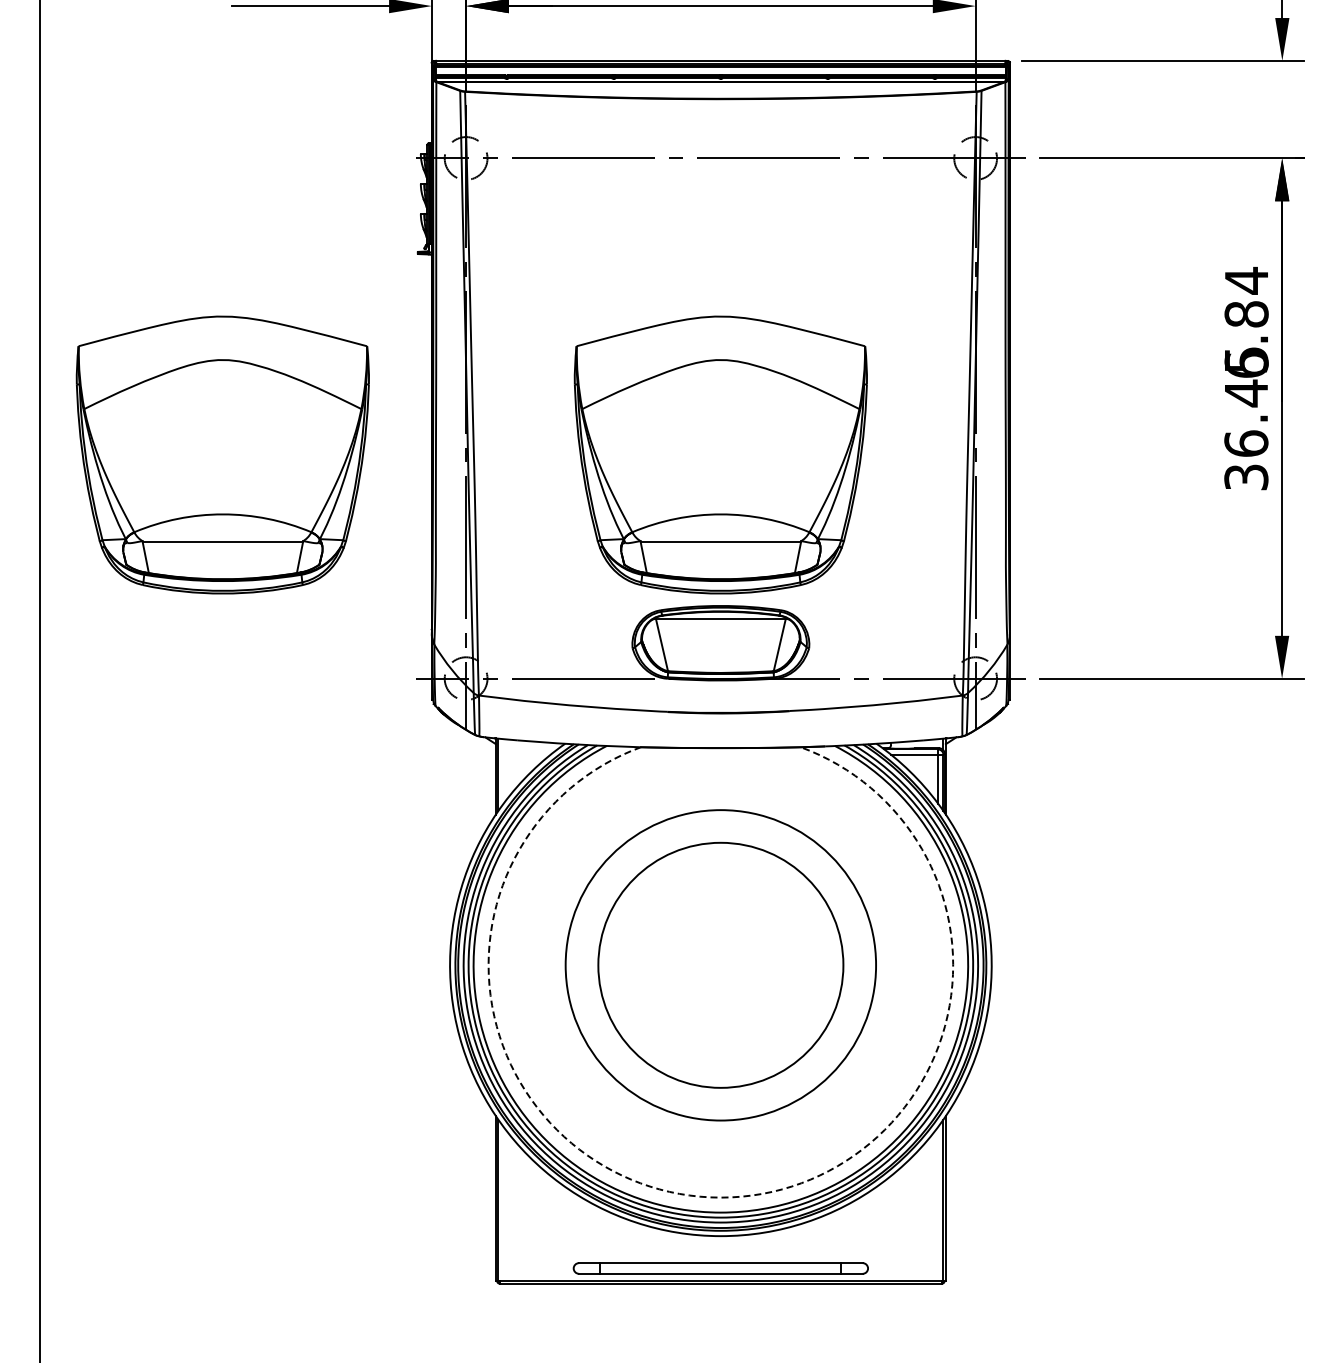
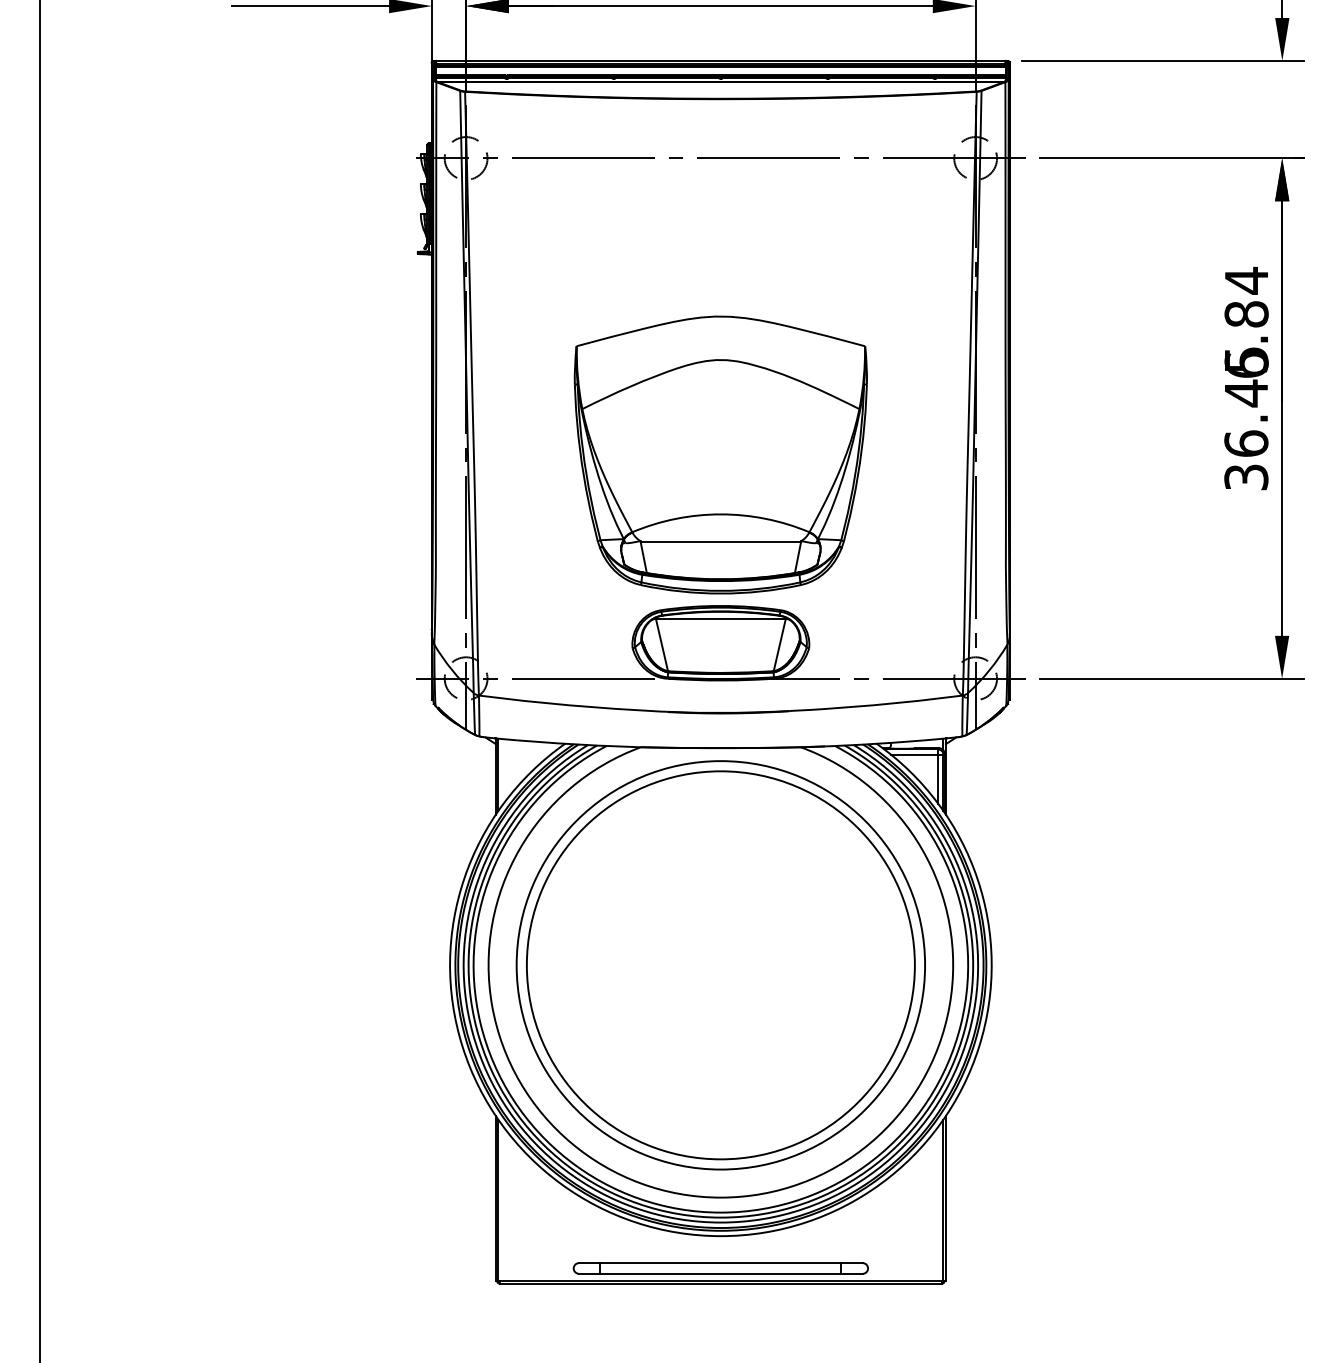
part at (222, 454): present -> none
circle at (720, 964) diameter: 245 px -> 408 px
circle at (720, 965) diameter: 310 px -> 388 px
arc at (720, 1197): dashed -> solid
